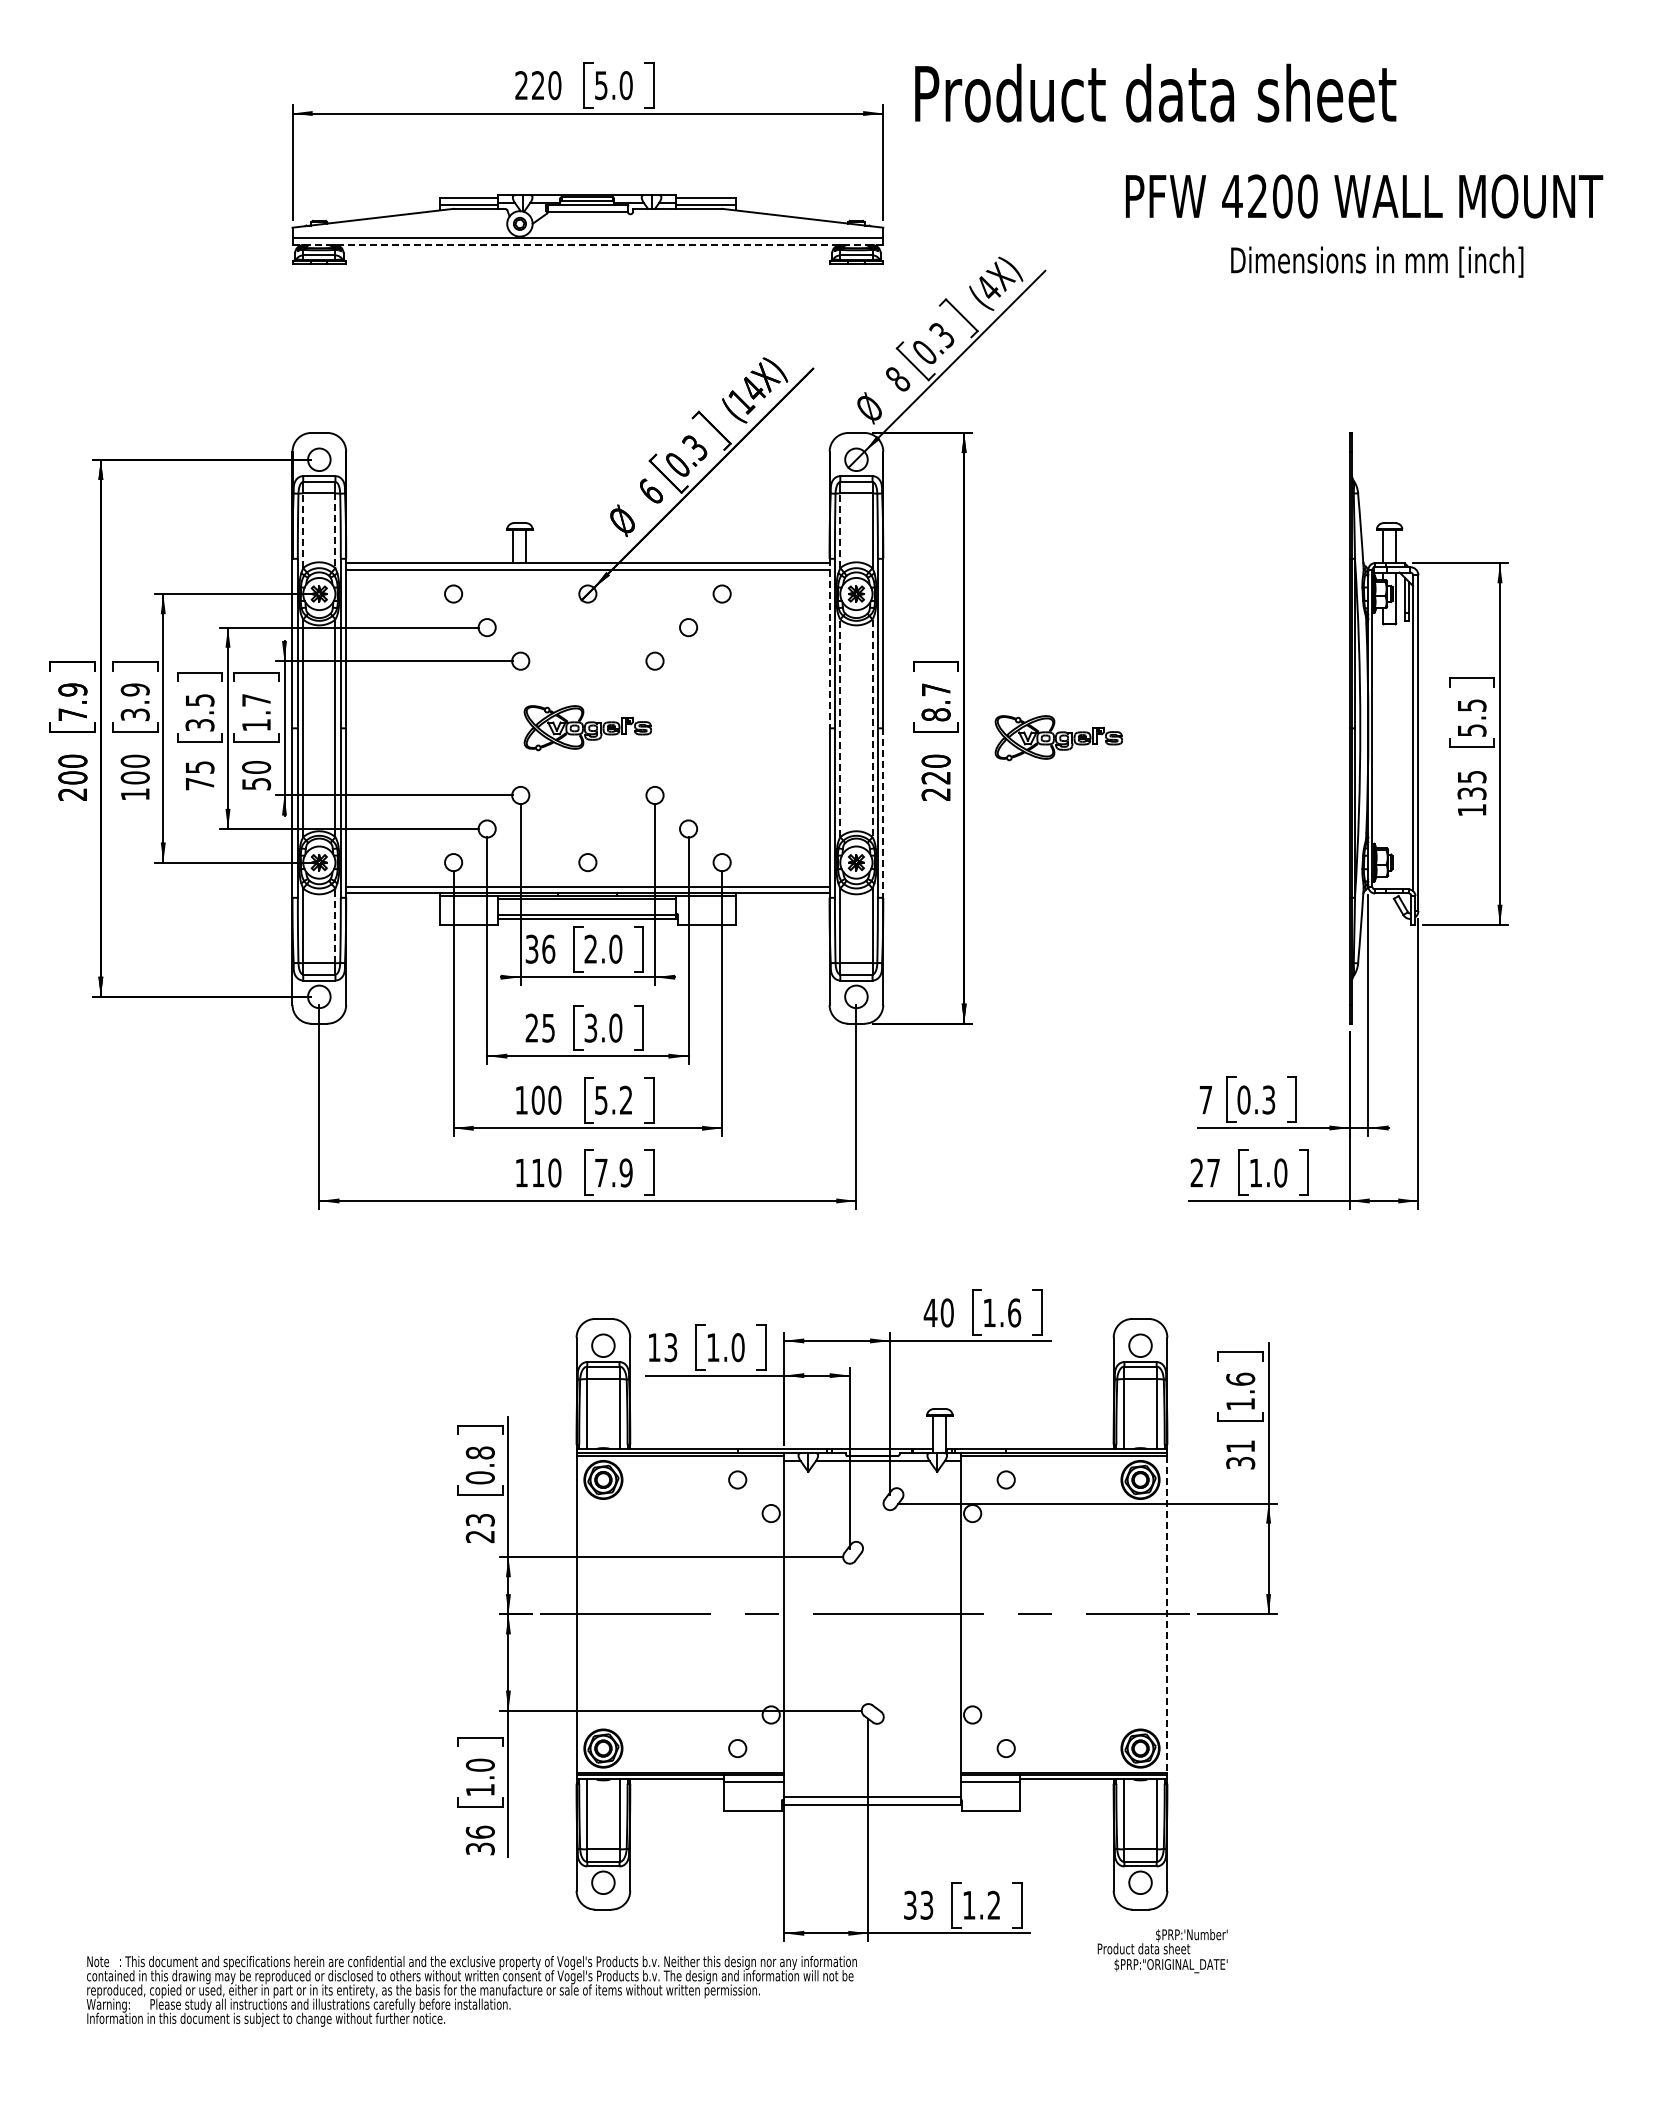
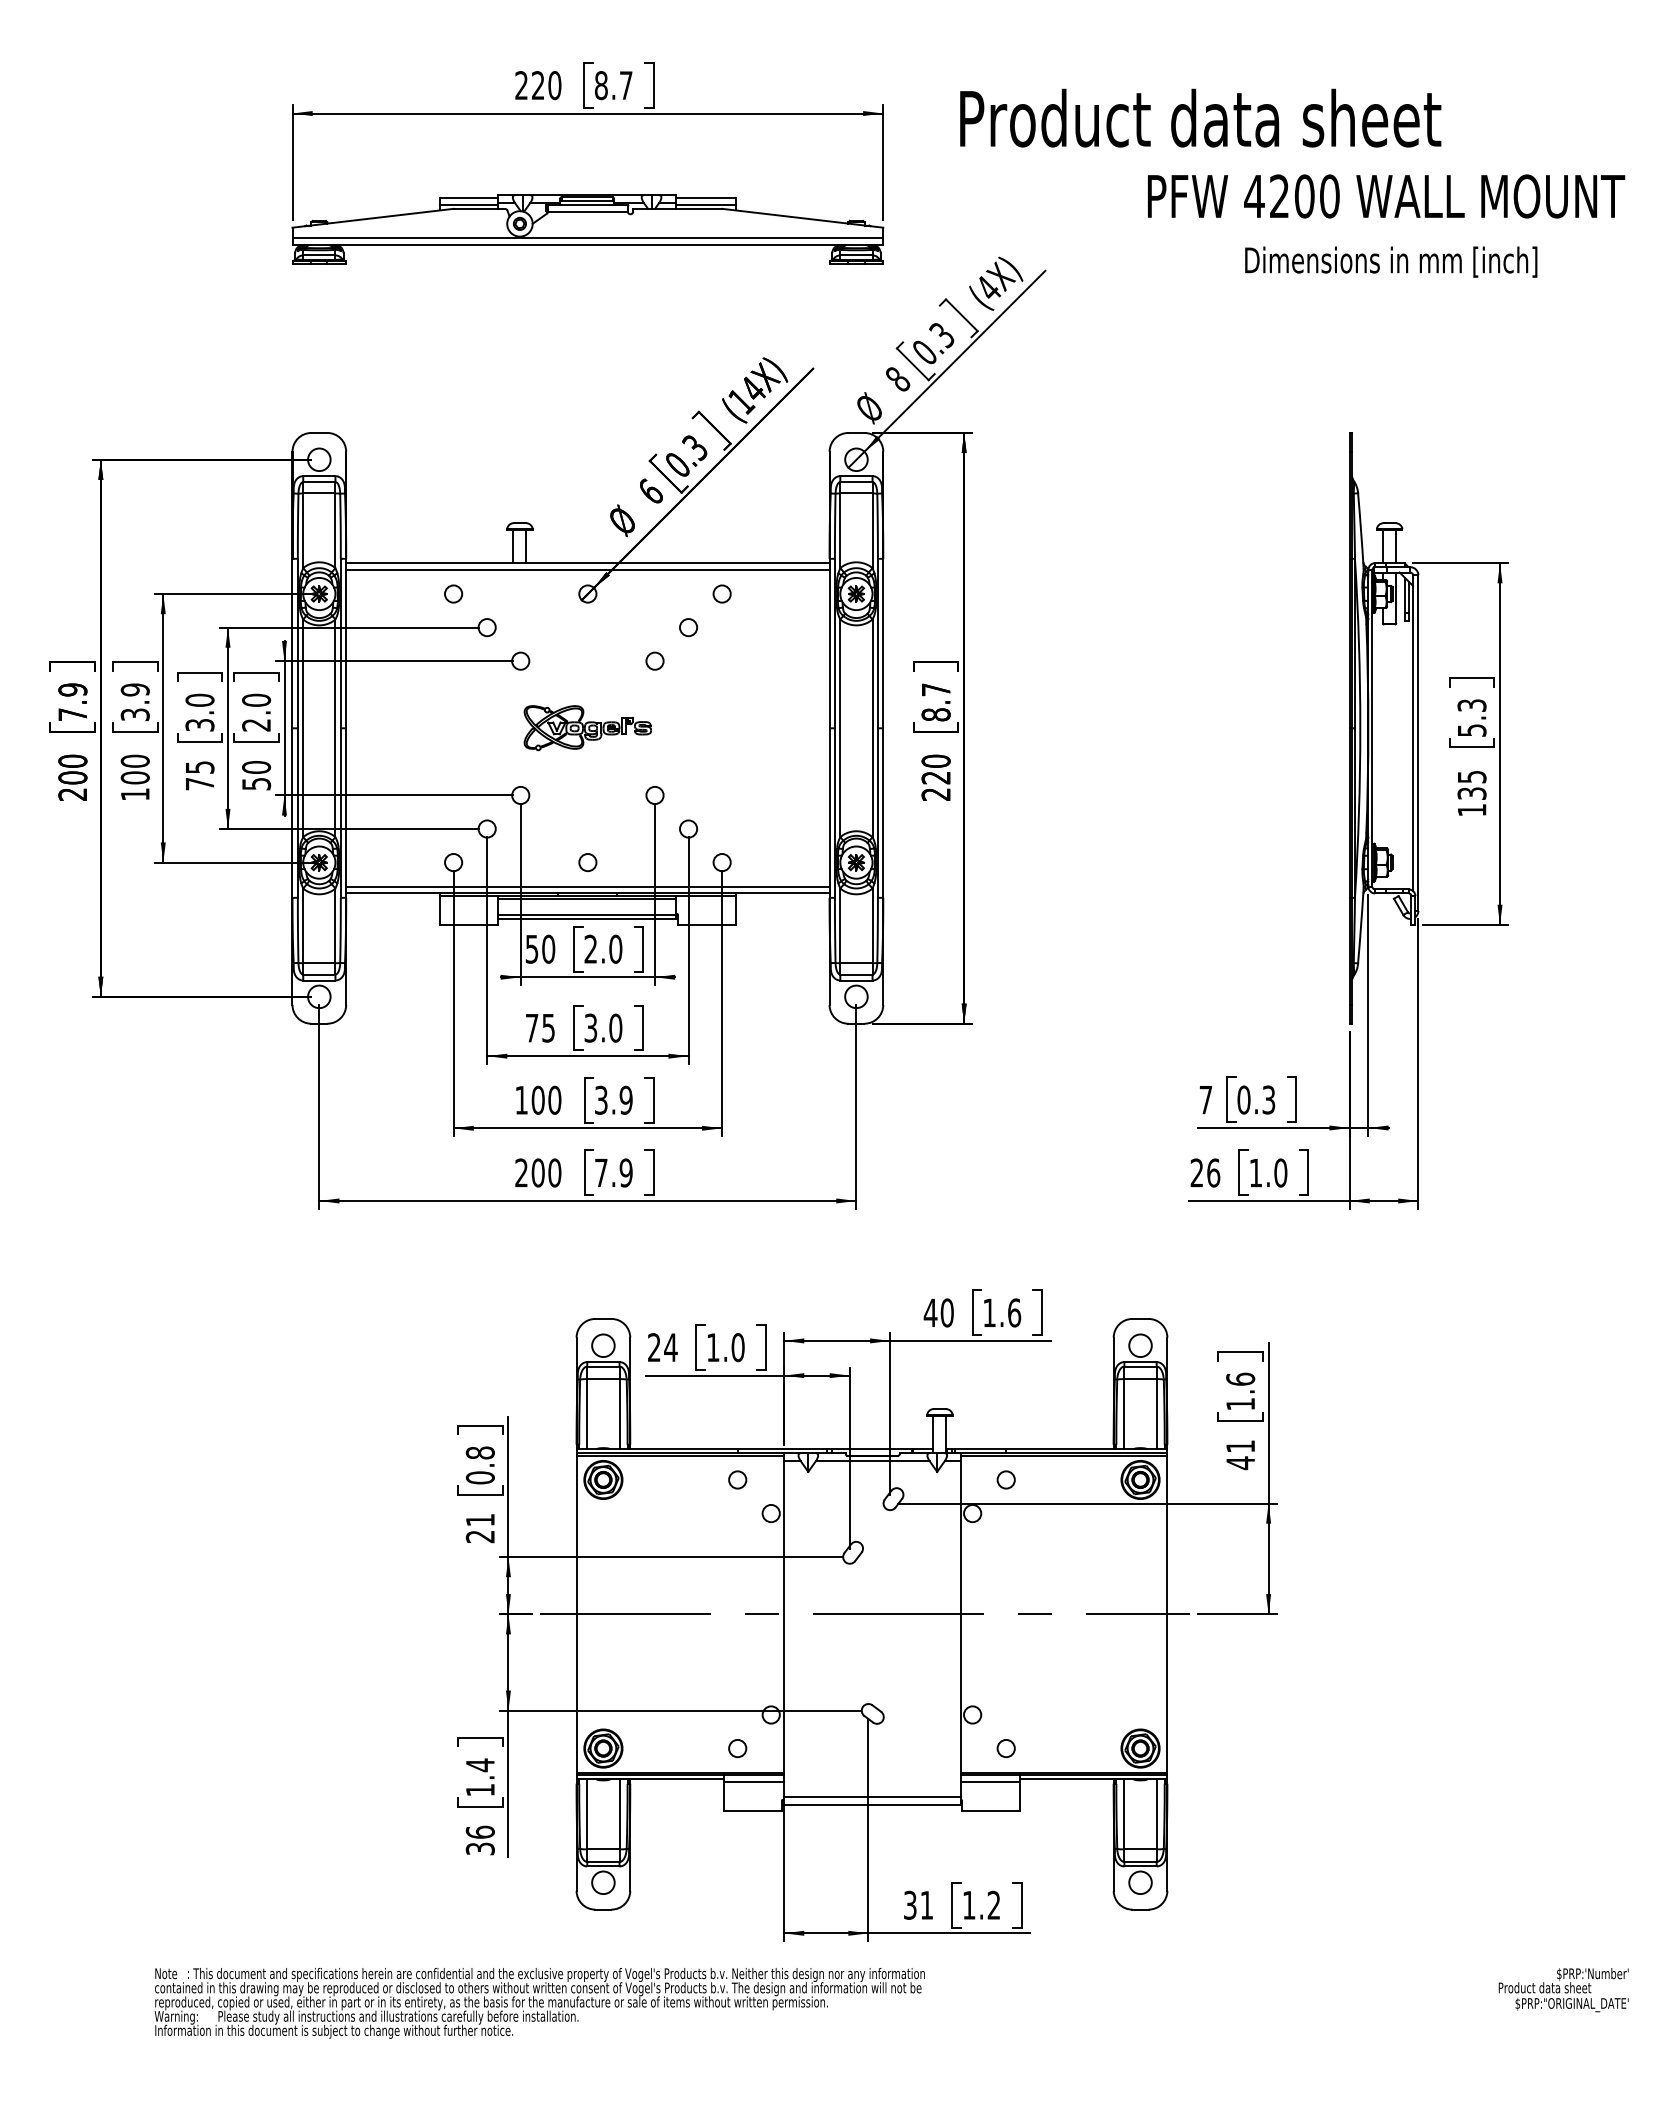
text at (613, 85): 5.0 -> 8.7
text at (1155, 92) position: (1155, 92) -> (1200, 117)
text at (1364, 196) position: (1364, 196) -> (1386, 196)
line at (587, 245): dashed -> solid
text at (1377, 261) position: (1377, 261) -> (1391, 261)
line at (303, 530): dashed -> solid
line at (840, 530): dashed -> solid
line at (335, 531): dashed -> solid
line at (829, 643): dashed -> solid
text at (199, 699): 3.5 -> 3.0
text at (1471, 705): 5.5 -> 5.3
text at (256, 712): 1.7 -> 2.0
line at (840, 728): dashed -> solid
line at (872, 728): dashed -> solid
part at (1058, 738): present -> none
line at (883, 813): dashed -> solid
line at (335, 925): dashed -> solid
text at (540, 948): 36 -> 50
text at (531, 1027): 25 -> 75
text at (613, 1099): 5.2 -> 3.9
text at (529, 1172): 110 -> 200
text at (1213, 1172): 27 -> 26
text at (662, 1347): 13 -> 24
text at (1240, 1463): 31 -> 41
text at (479, 1520): 23 -> 21
line at (1167, 1614): dashed -> solid
text at (479, 1765): 1.0 -> 1.4
text at (926, 1904): 33 -> 31
text at (1162, 1951) position: (1162, 1951) -> (1563, 1990)
text at (471, 1991) position: (471, 1991) -> (539, 2003)
